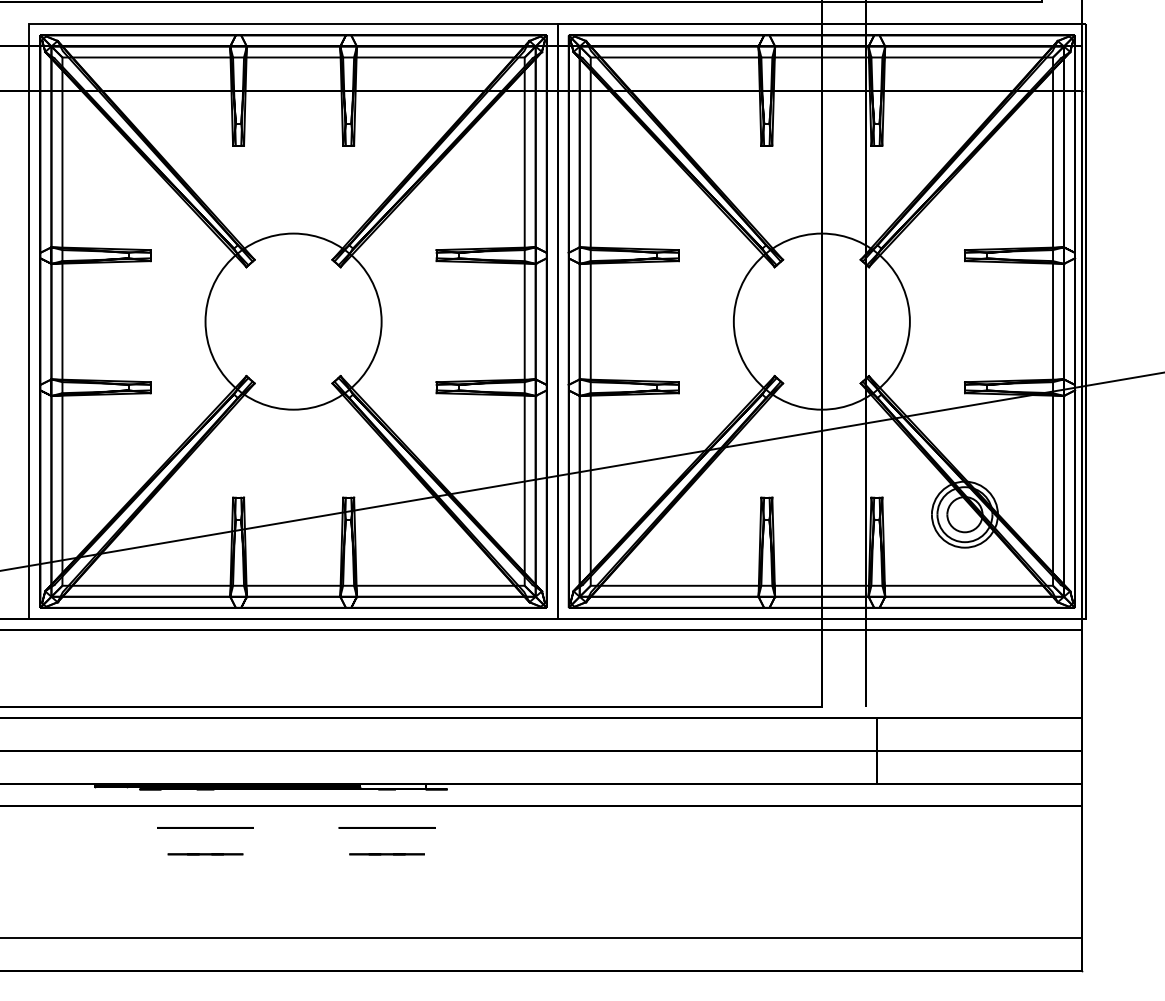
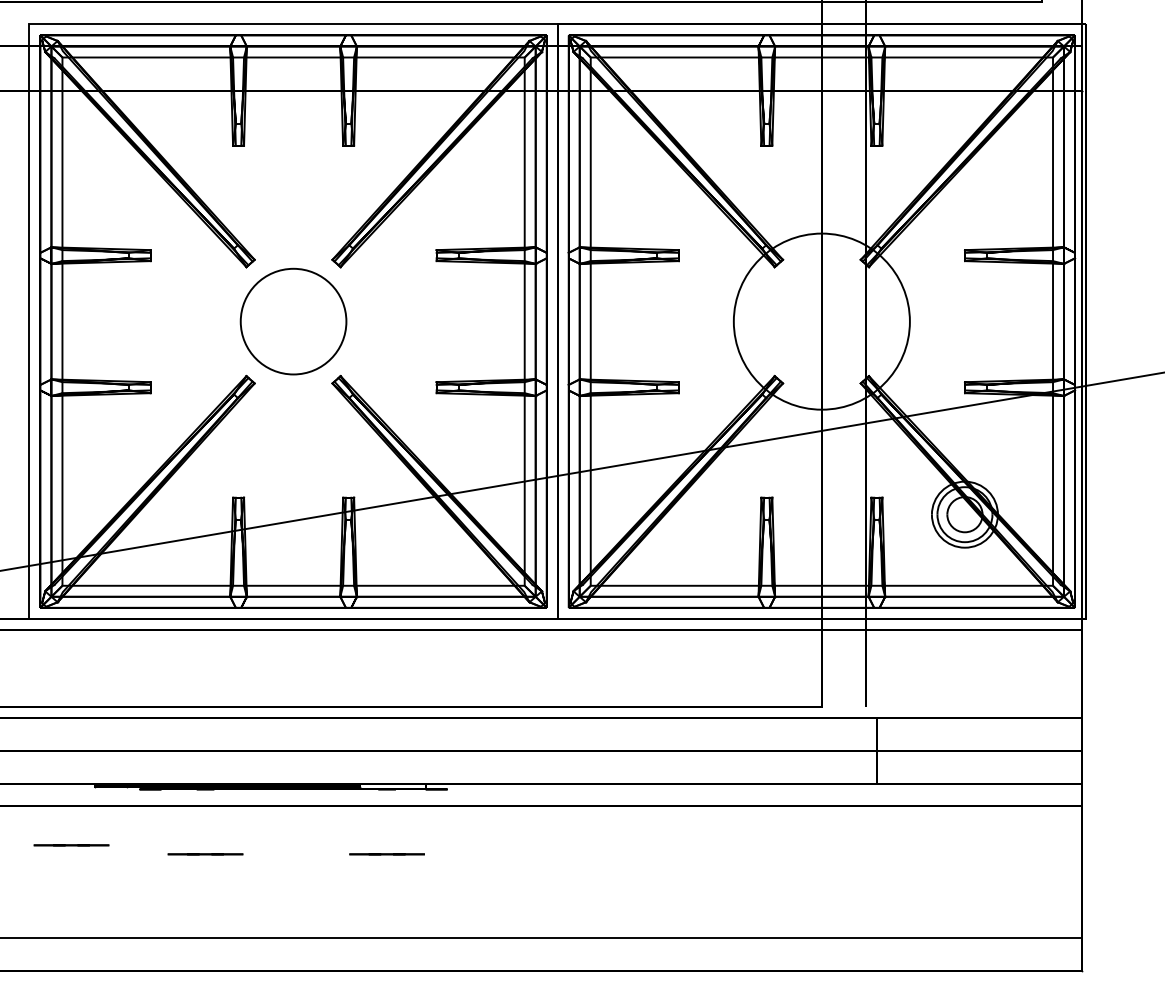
circle at (293, 321) diameter: 176 px -> 106 px
circle at (205, 827): present -> none
circle at (386, 827): present -> none
line at (71, 845): none -> present
